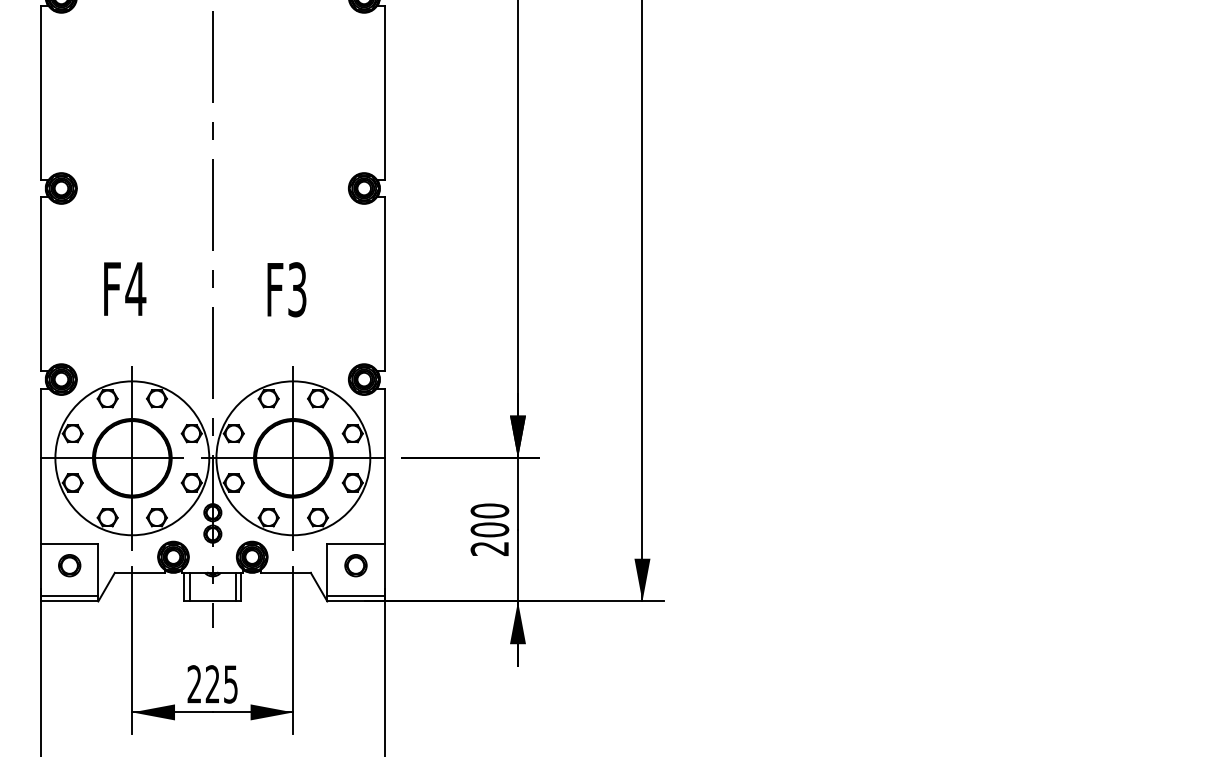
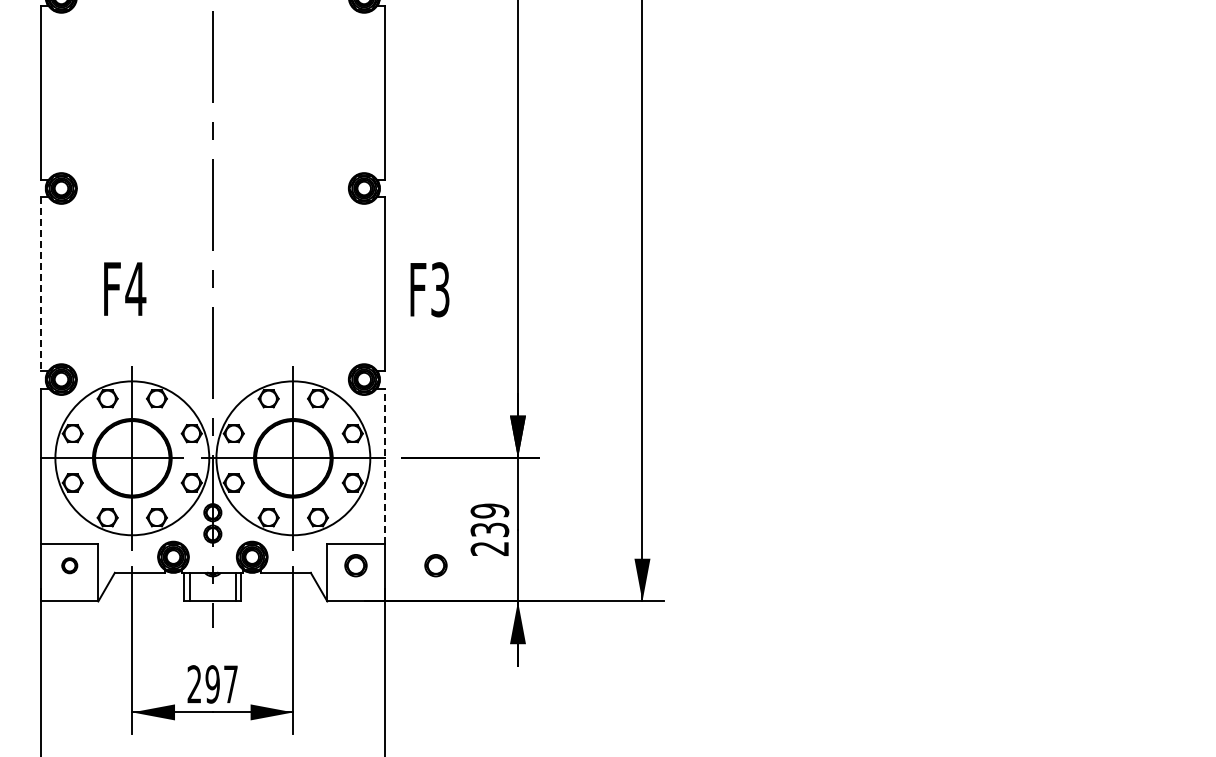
line at (41, 284): solid -> dashed
text at (286, 289) position: (286, 289) -> (429, 289)
line at (384, 466): solid -> dashed
text at (489, 520): 200 -> 239
part at (69, 565) size: 24x24 px -> 18x18 px
part at (435, 565): none -> present
line at (69, 595): present -> none
line at (355, 595): present -> none
text at (221, 684): 225 -> 297
